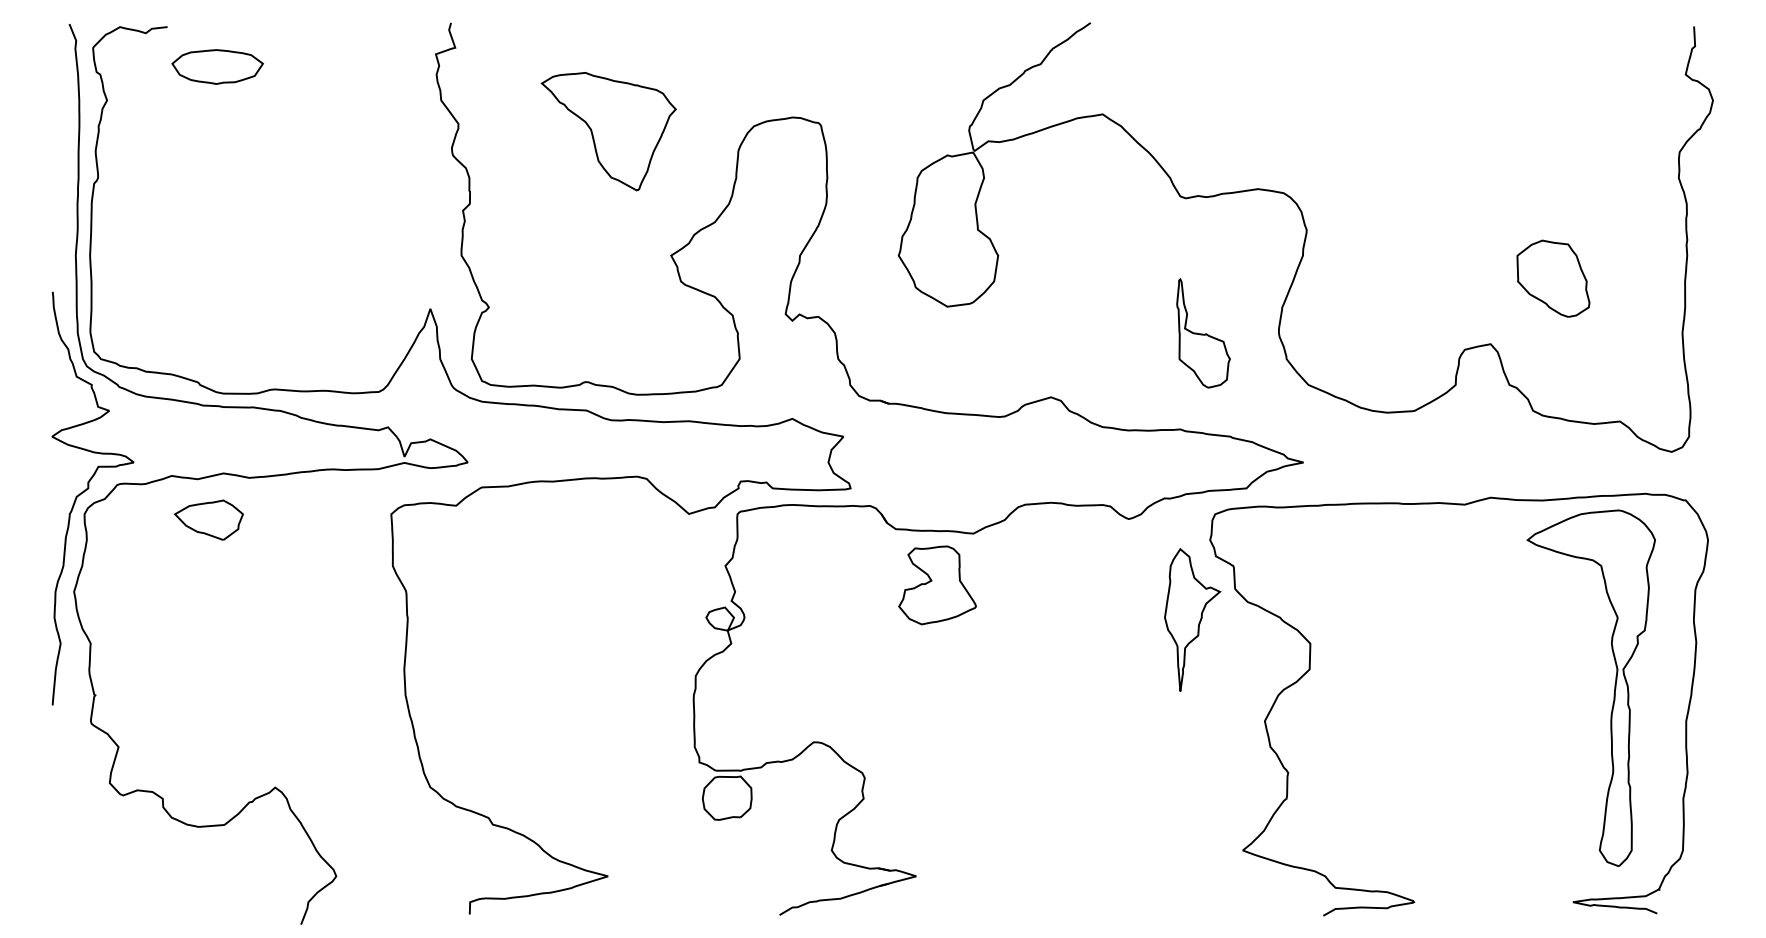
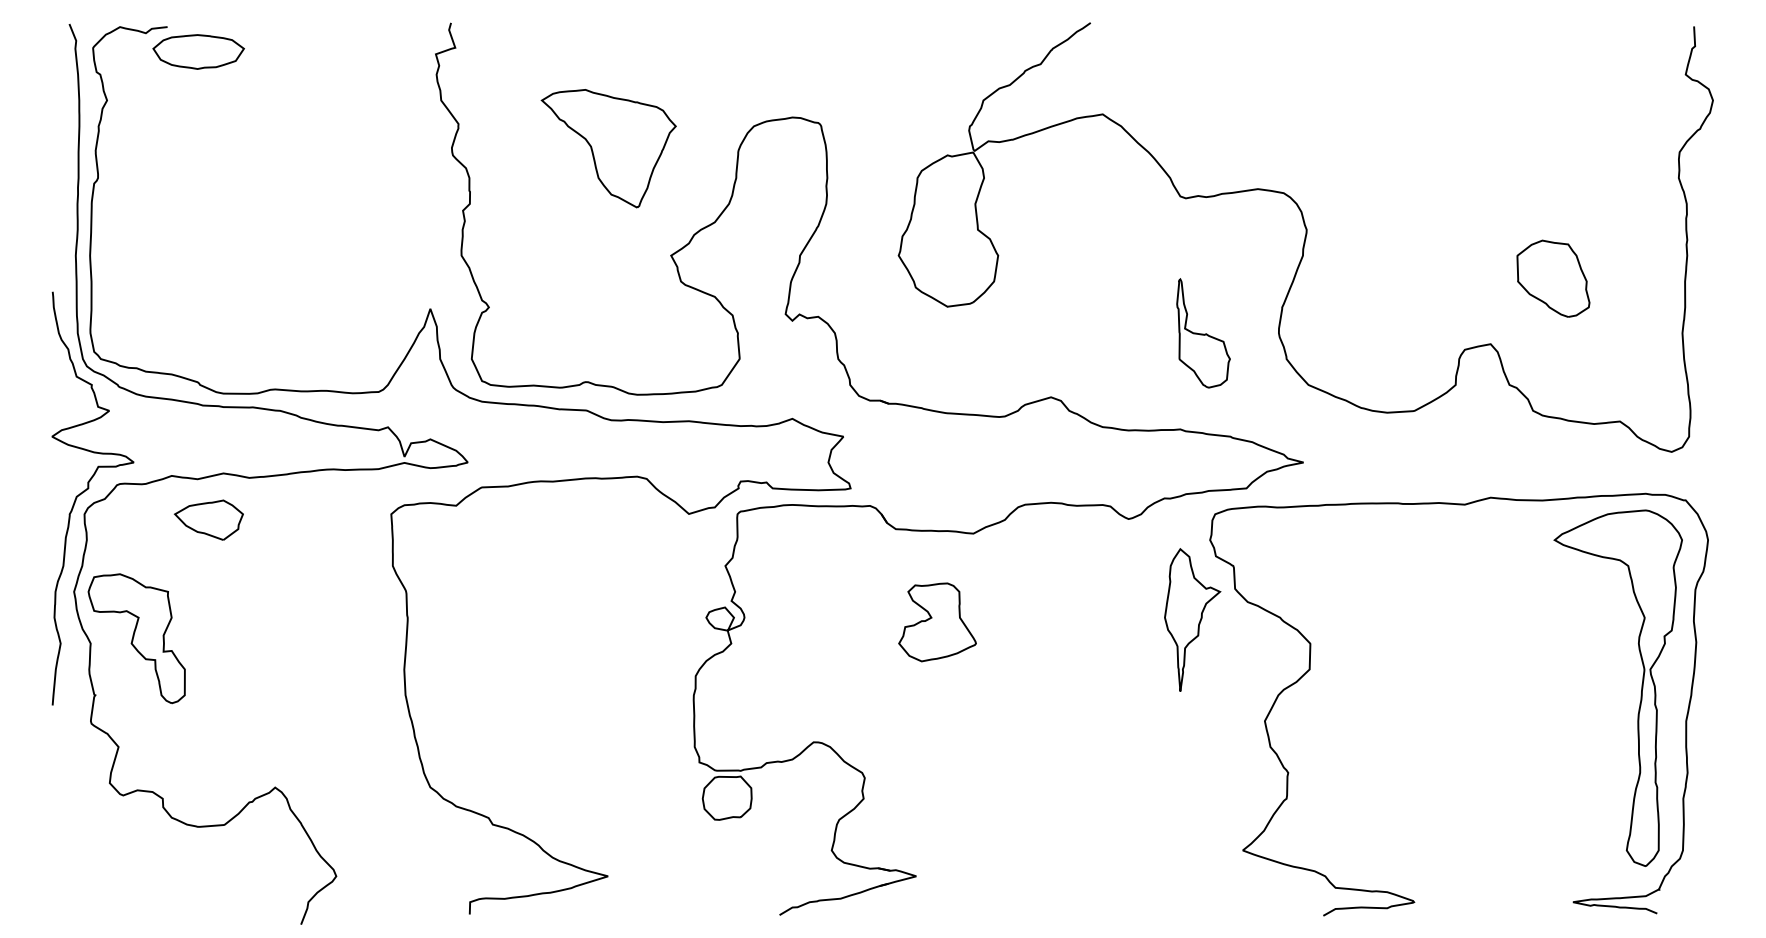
part at (217, 66) position: (217, 66) -> (198, 51)
part at (608, 131) position: (608, 131) -> (608, 148)
part at (937, 585) position: (937, 585) -> (937, 622)
part at (136, 638): none -> present
part at (1614, 687) position: (1614, 687) -> (1641, 687)
